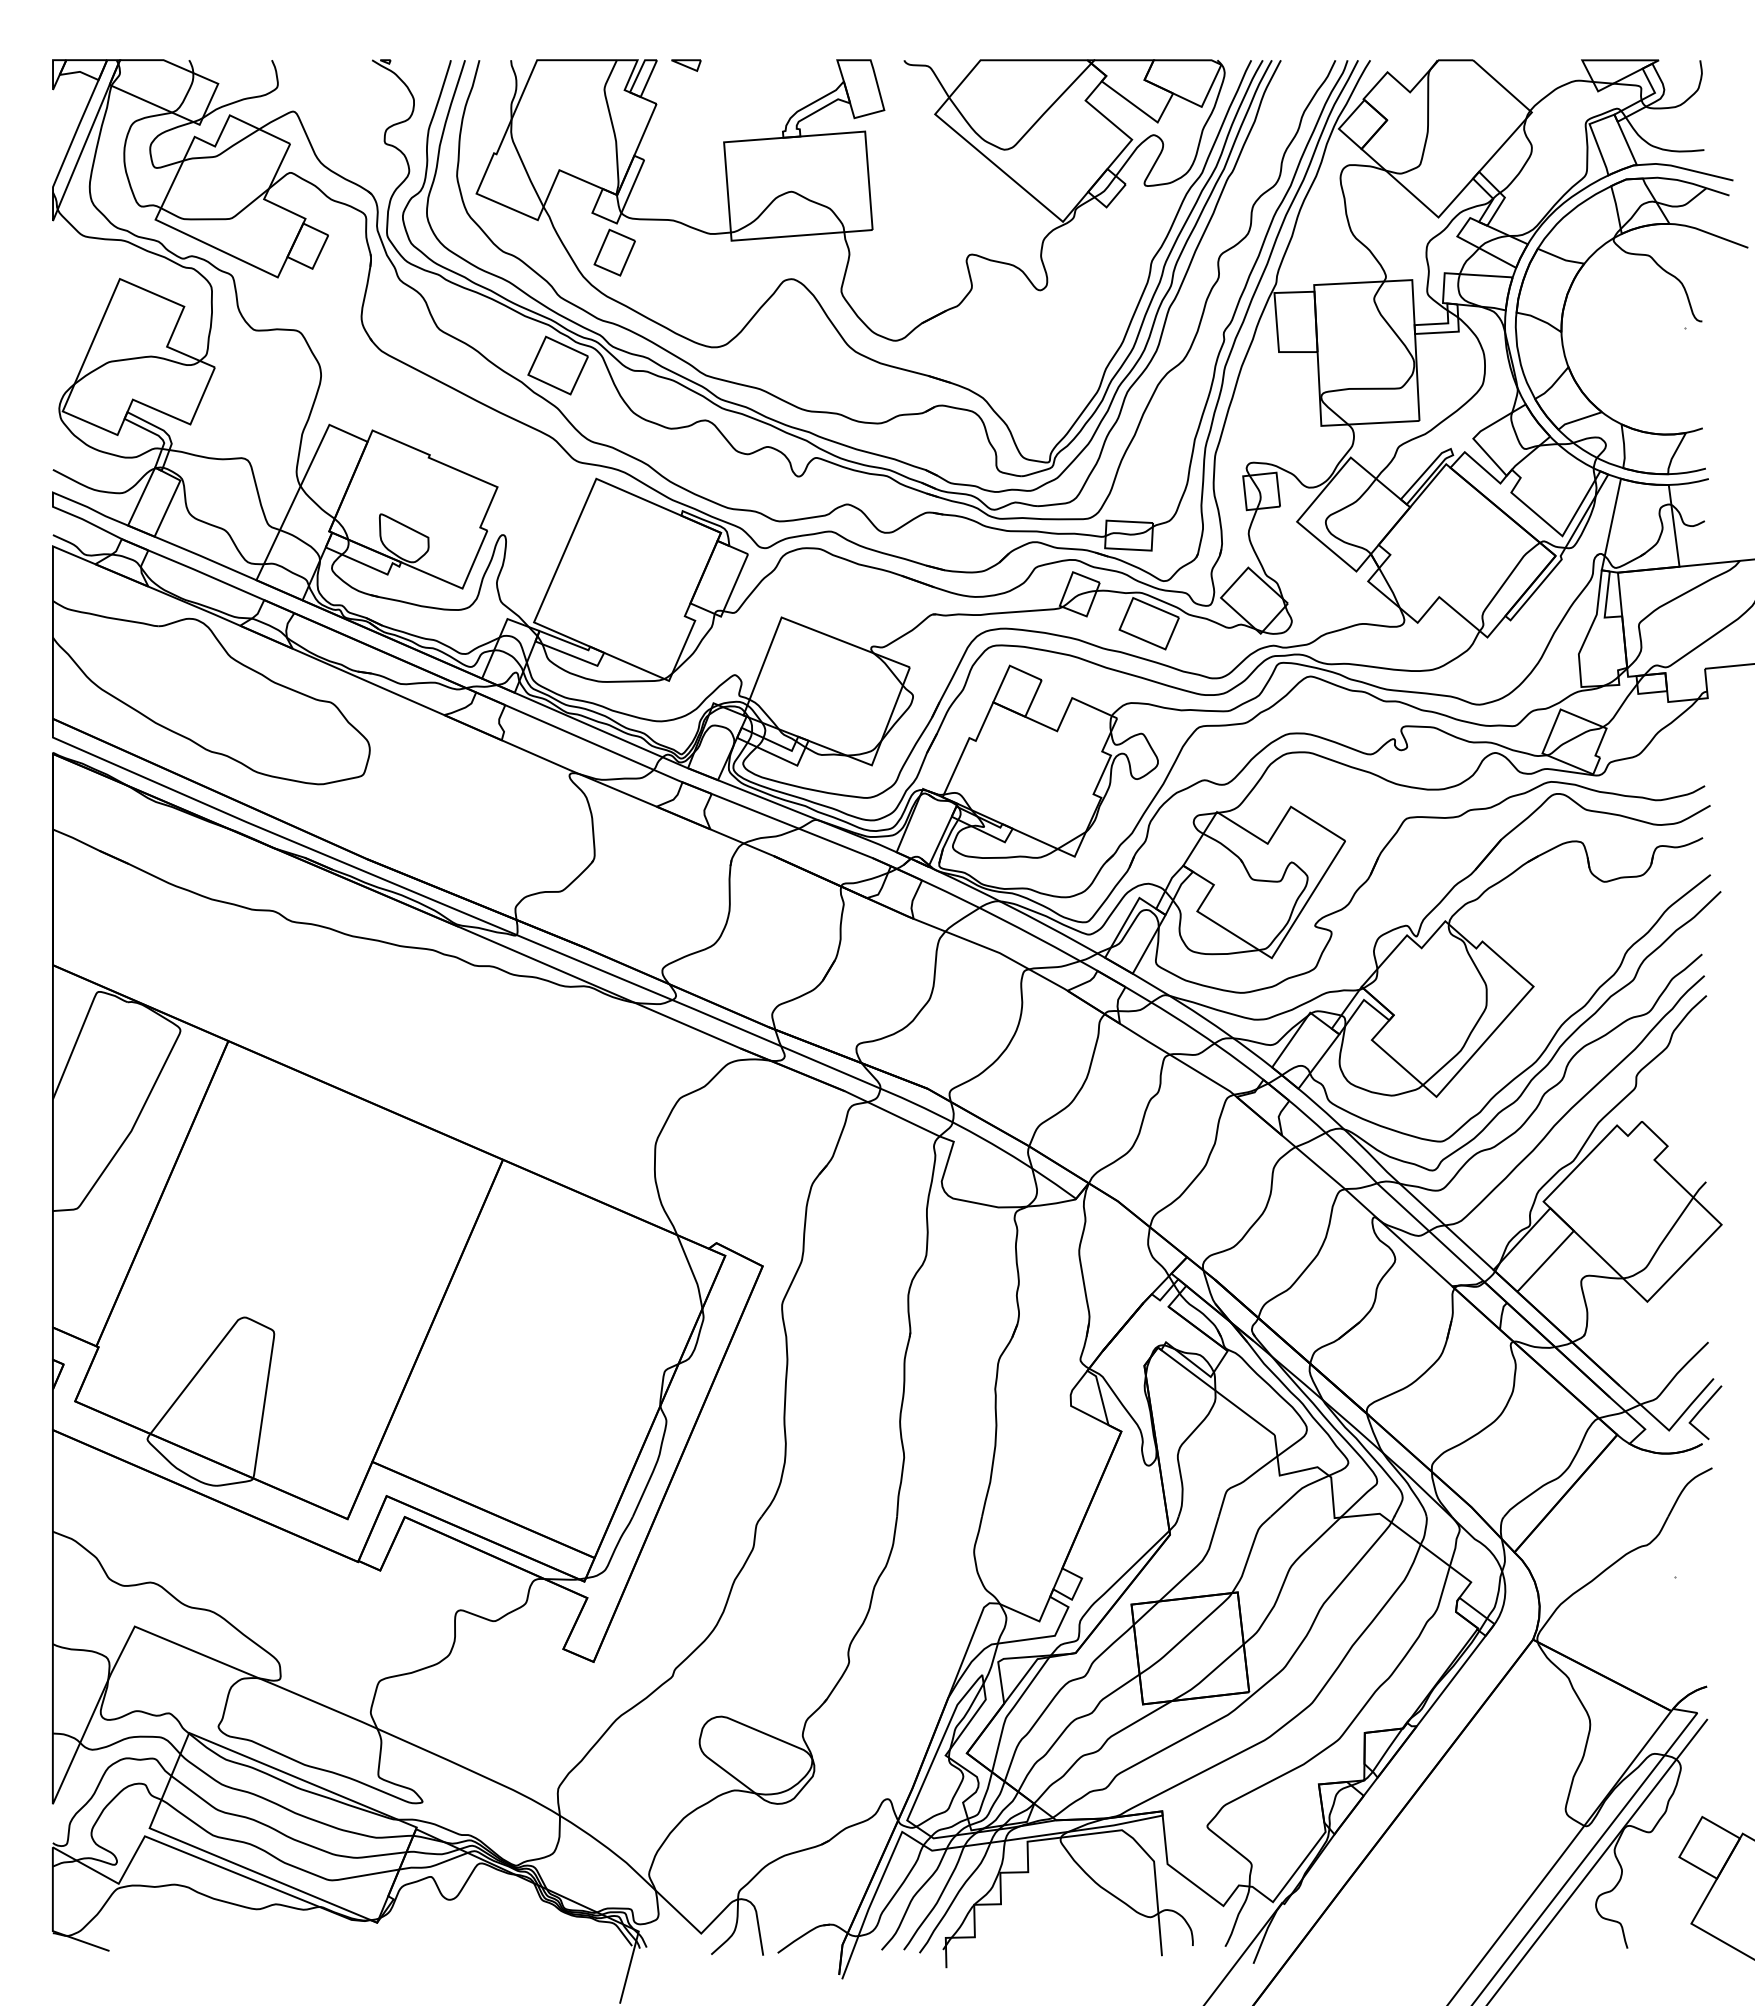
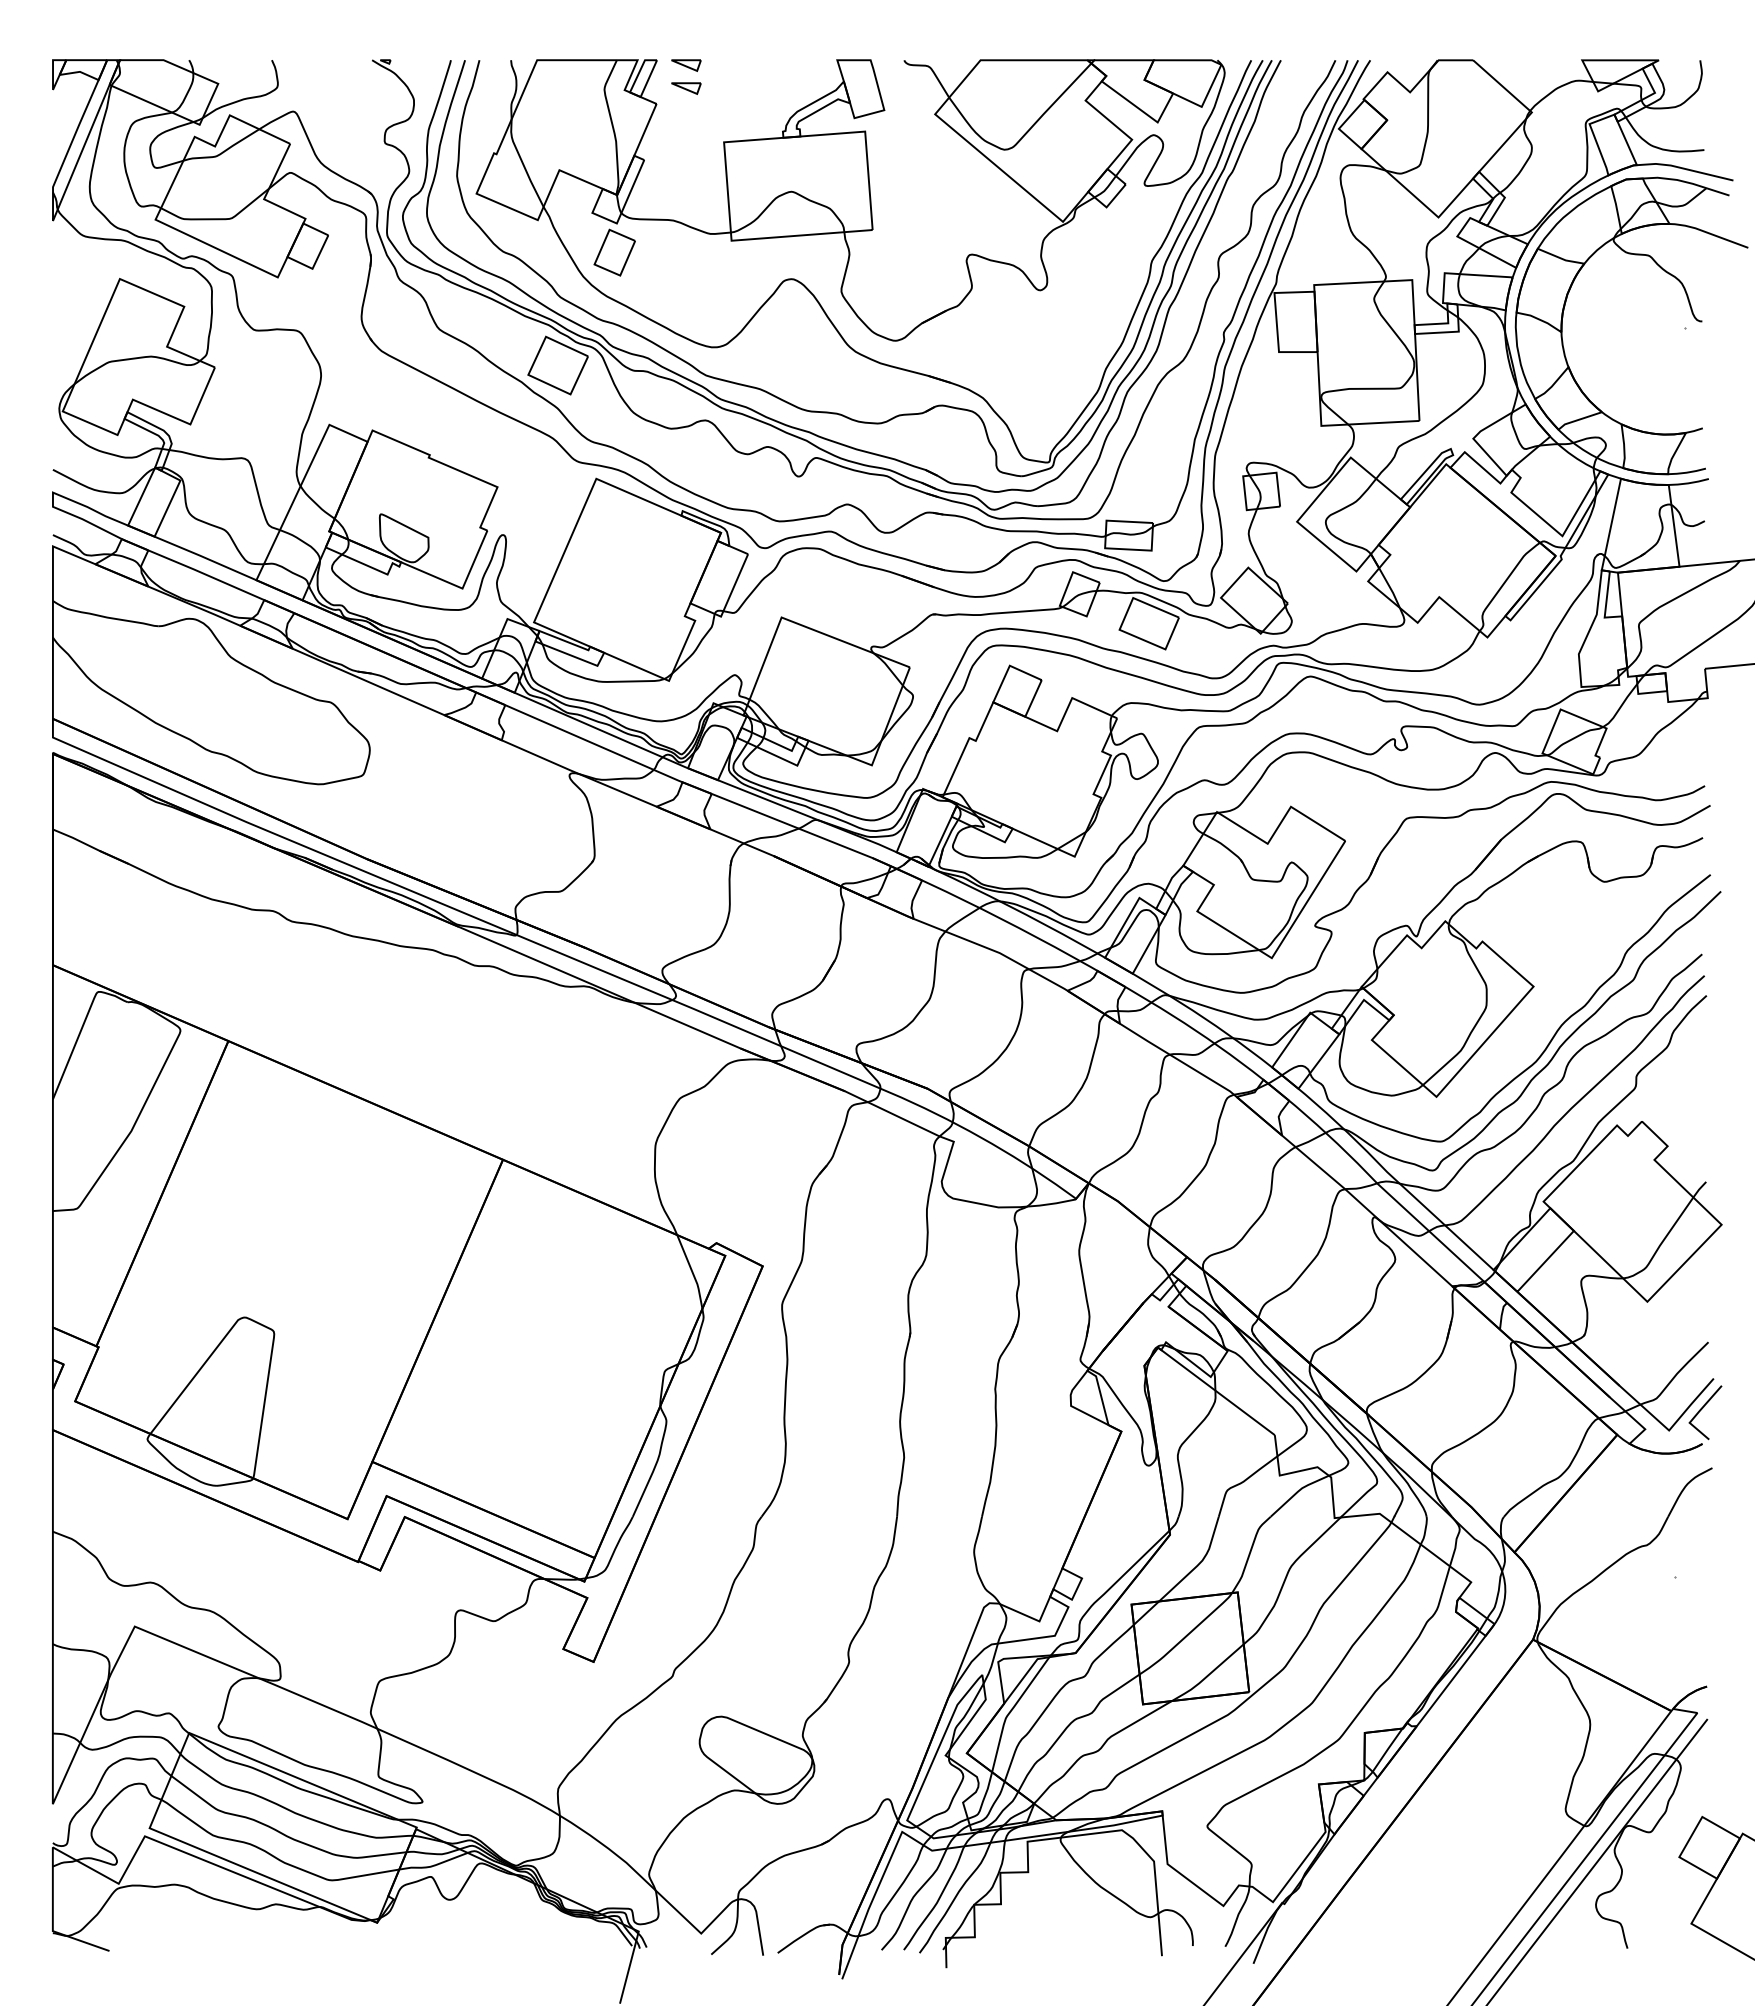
part at (686, 88): none -> present
